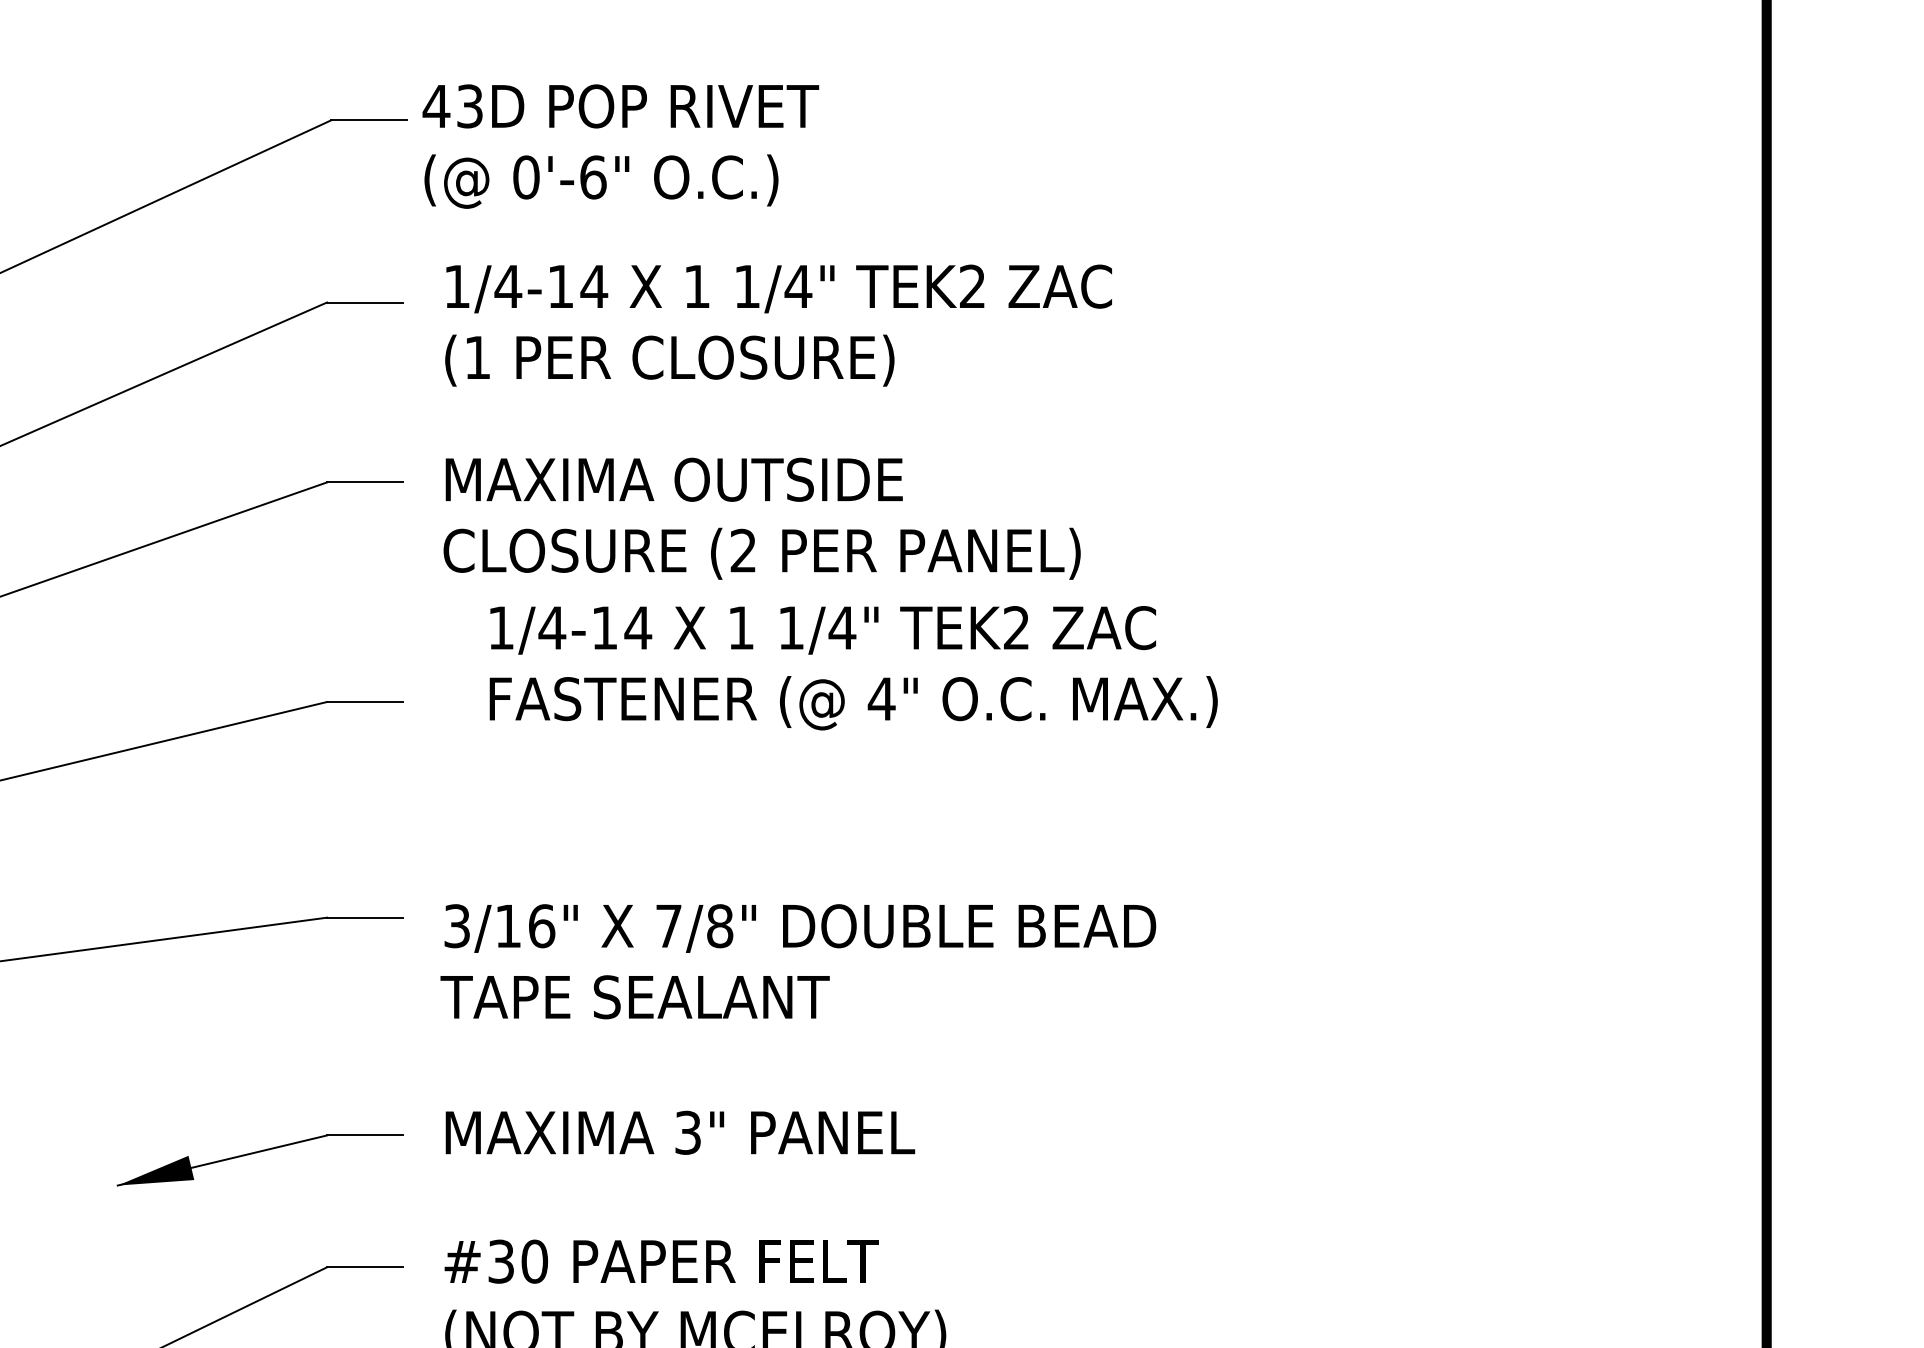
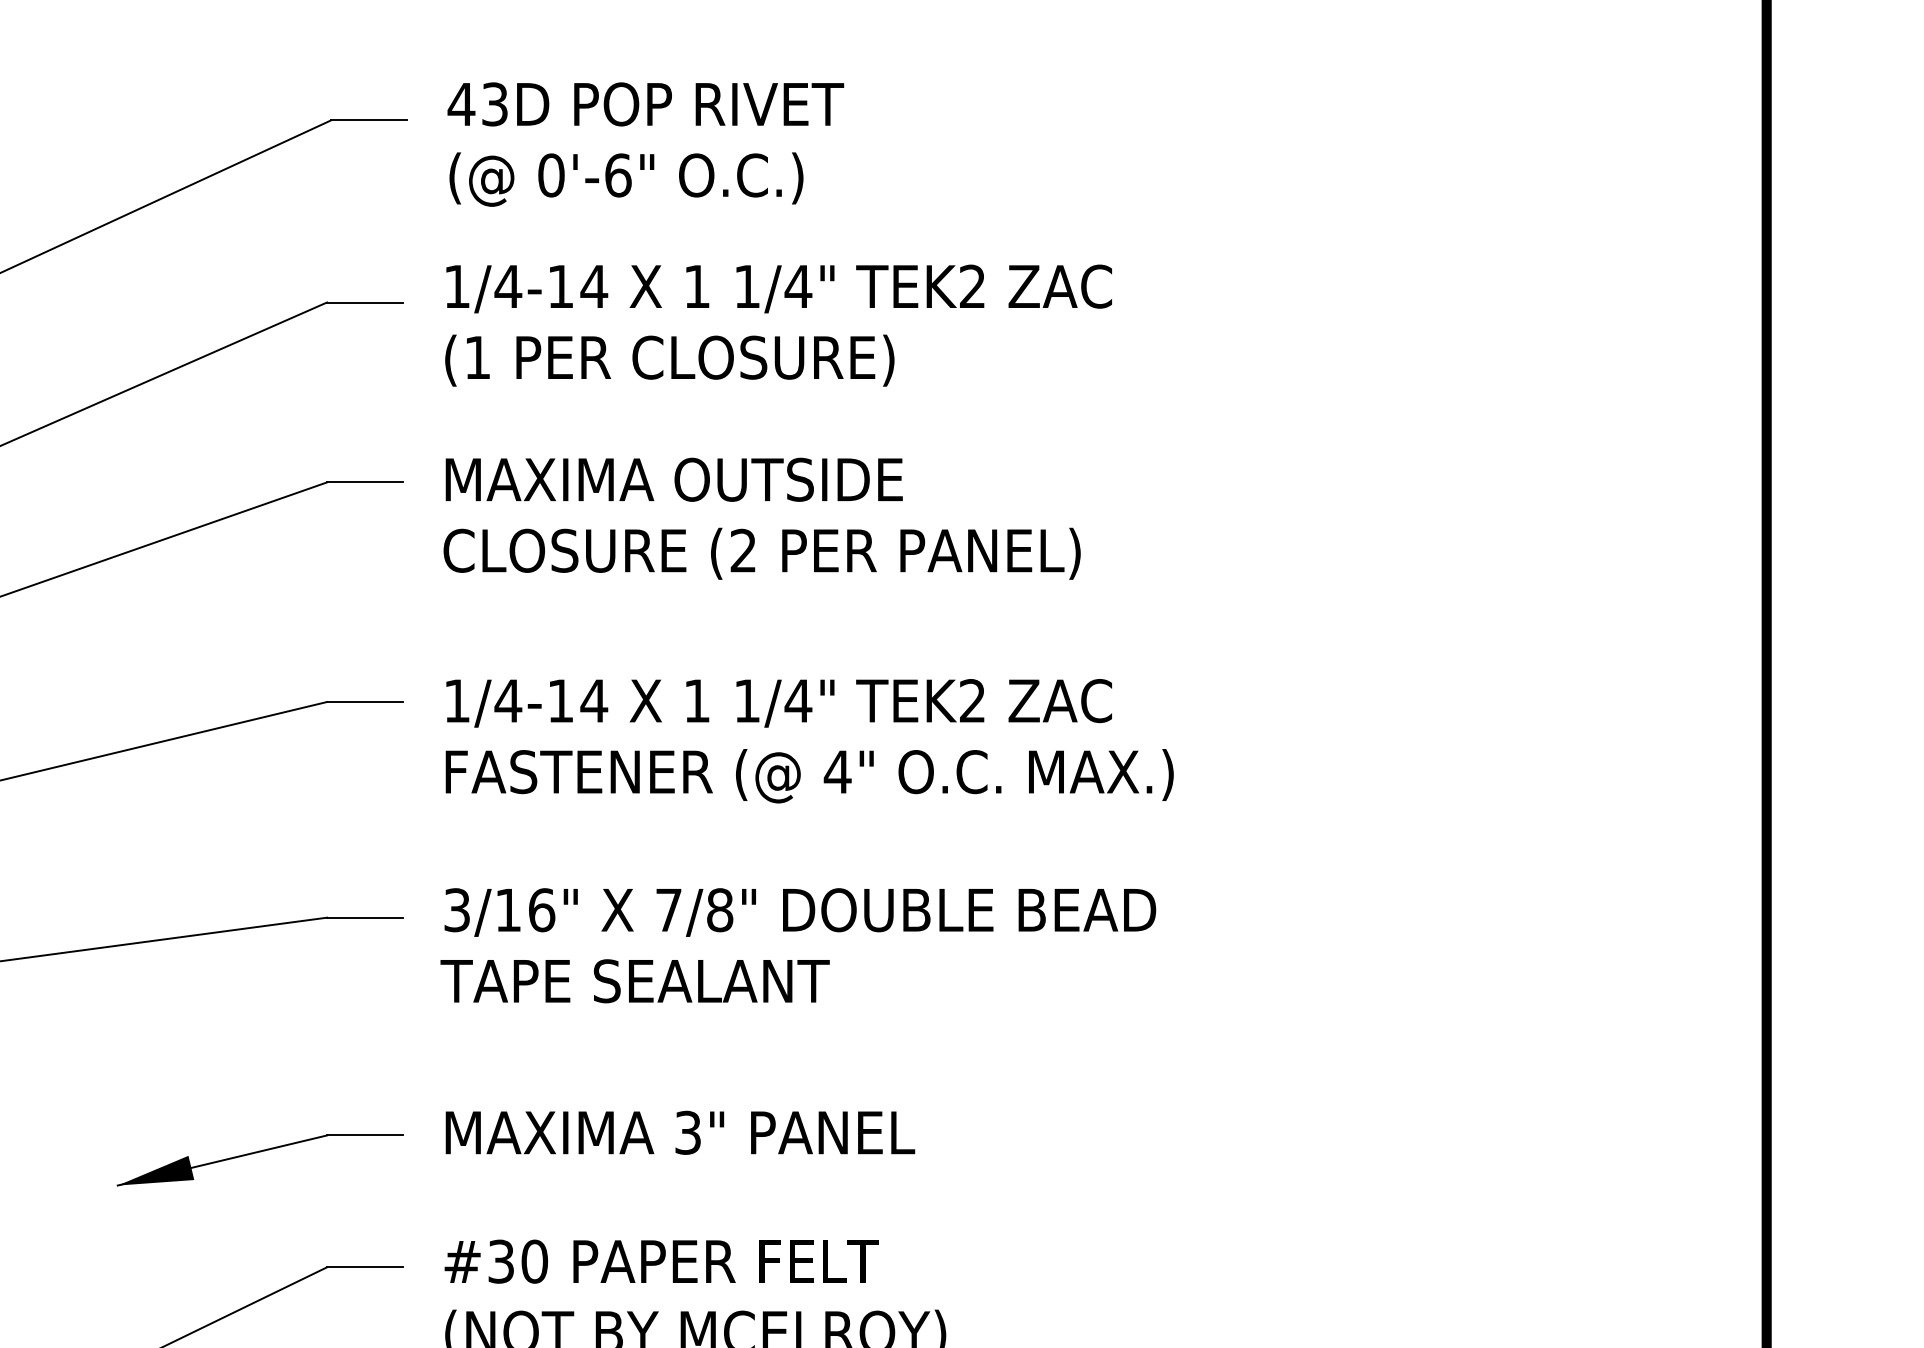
text at (620, 146) position: (620, 146) -> (645, 144)
text at (853, 668) position: (853, 668) -> (809, 741)
text at (798, 961) position: (798, 961) -> (798, 945)
